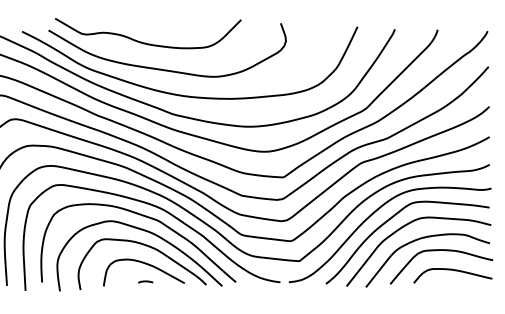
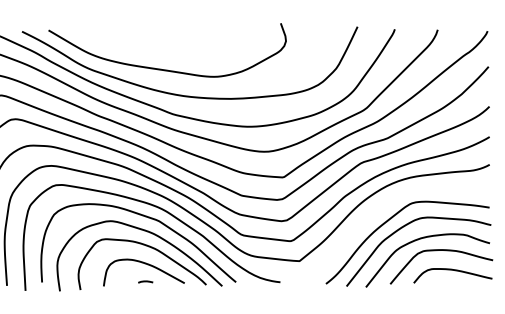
curve at (145, 42): present -> none
curve at (371, 216): present -> none
